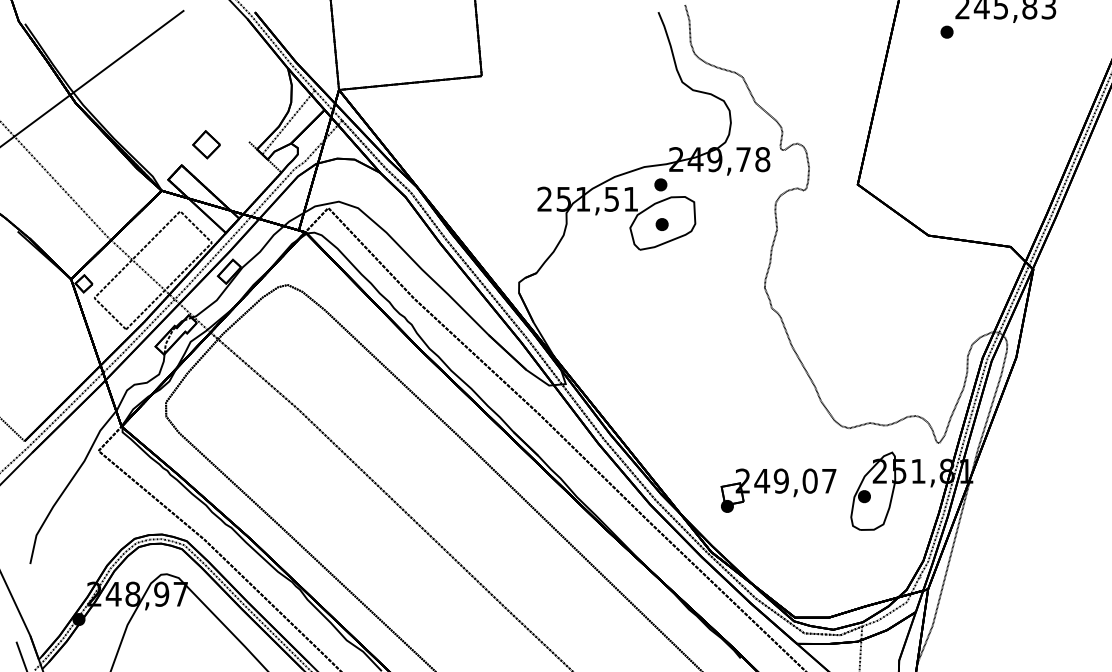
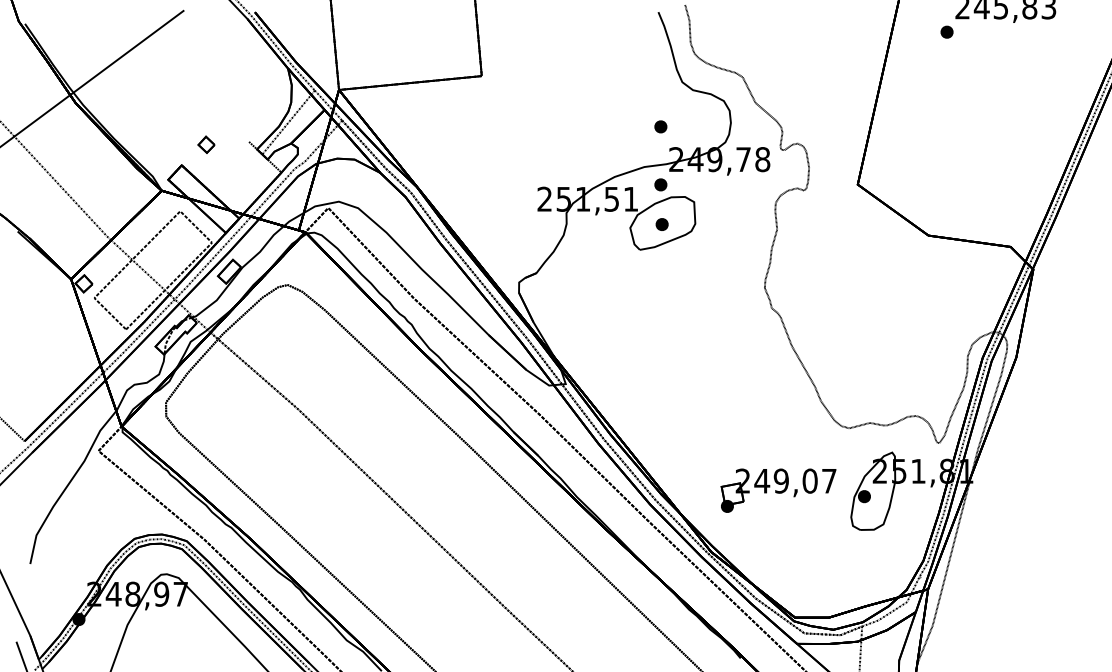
part at (660, 126): none -> present
part at (206, 144) size: 29x30 px -> 19x19 px
